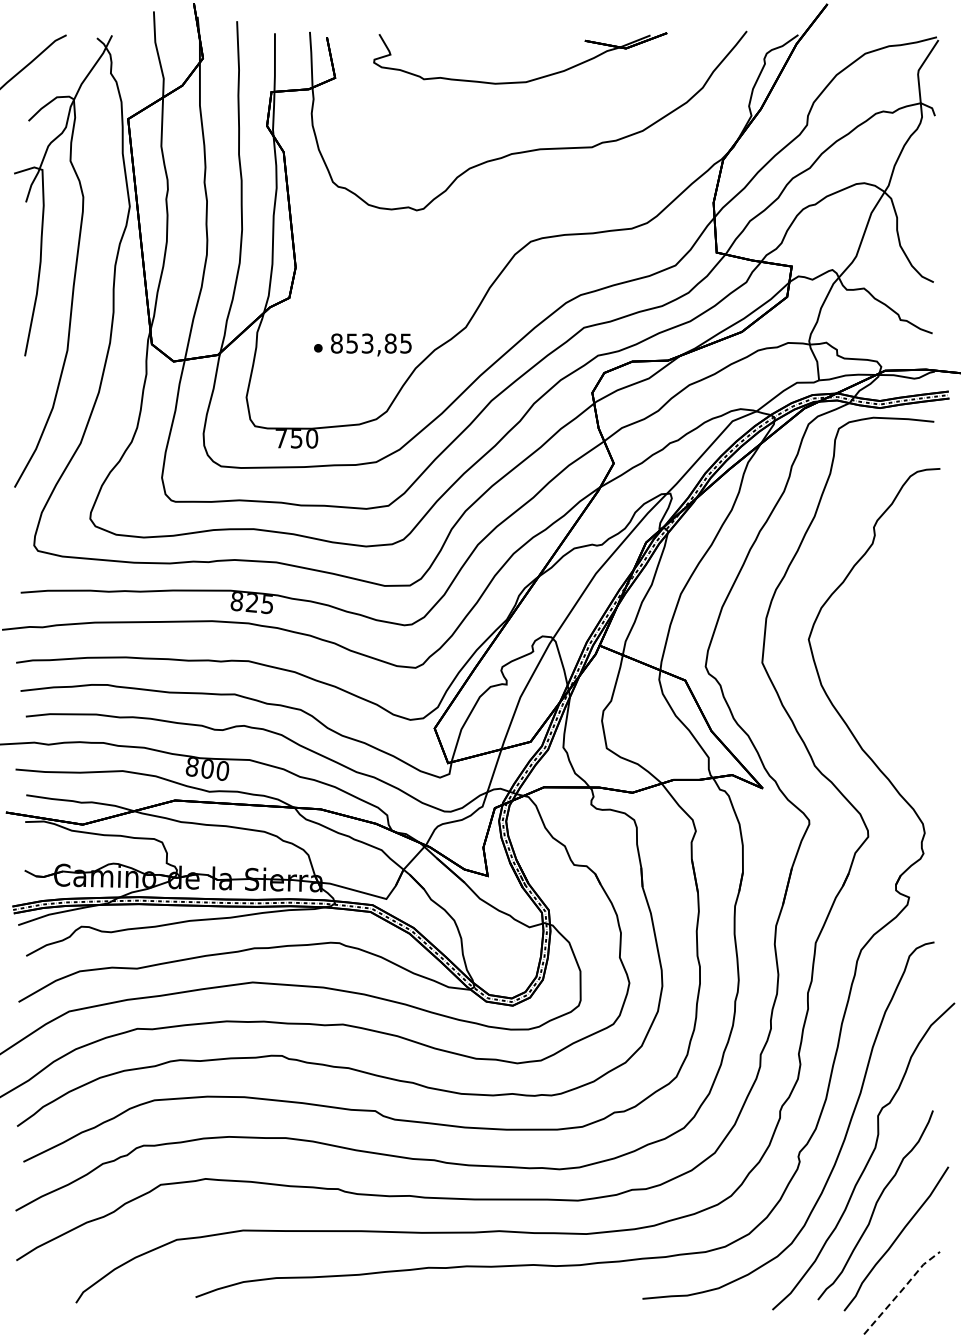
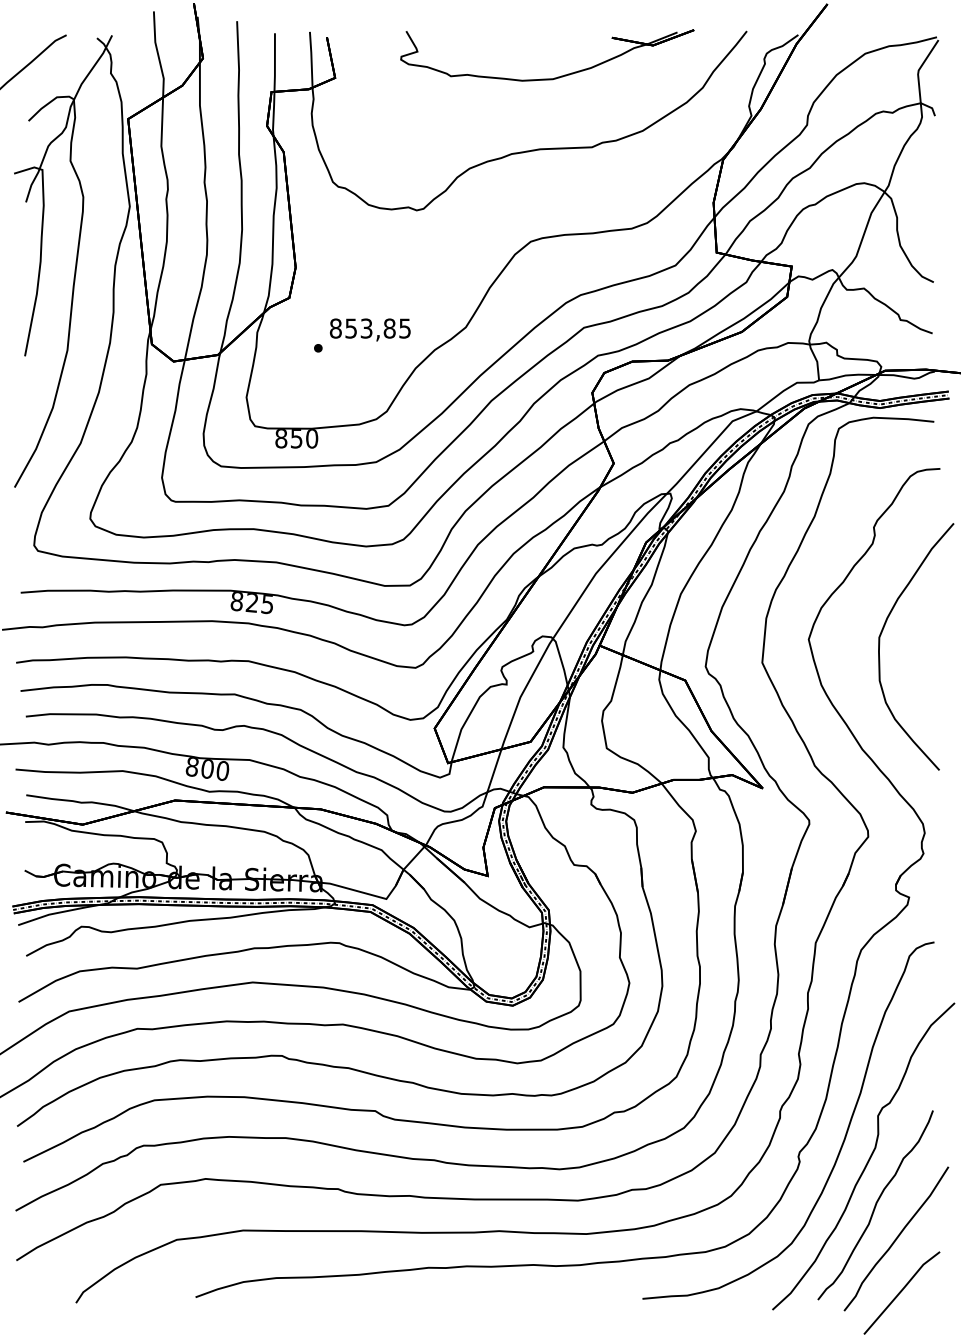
part at (520, 81) position: (520, 81) -> (547, 78)
text at (371, 344) position: (371, 344) -> (370, 329)
text at (281, 438): 750 -> 850
curve at (880, 643): none -> present
line at (901, 1290): dashed -> solid
